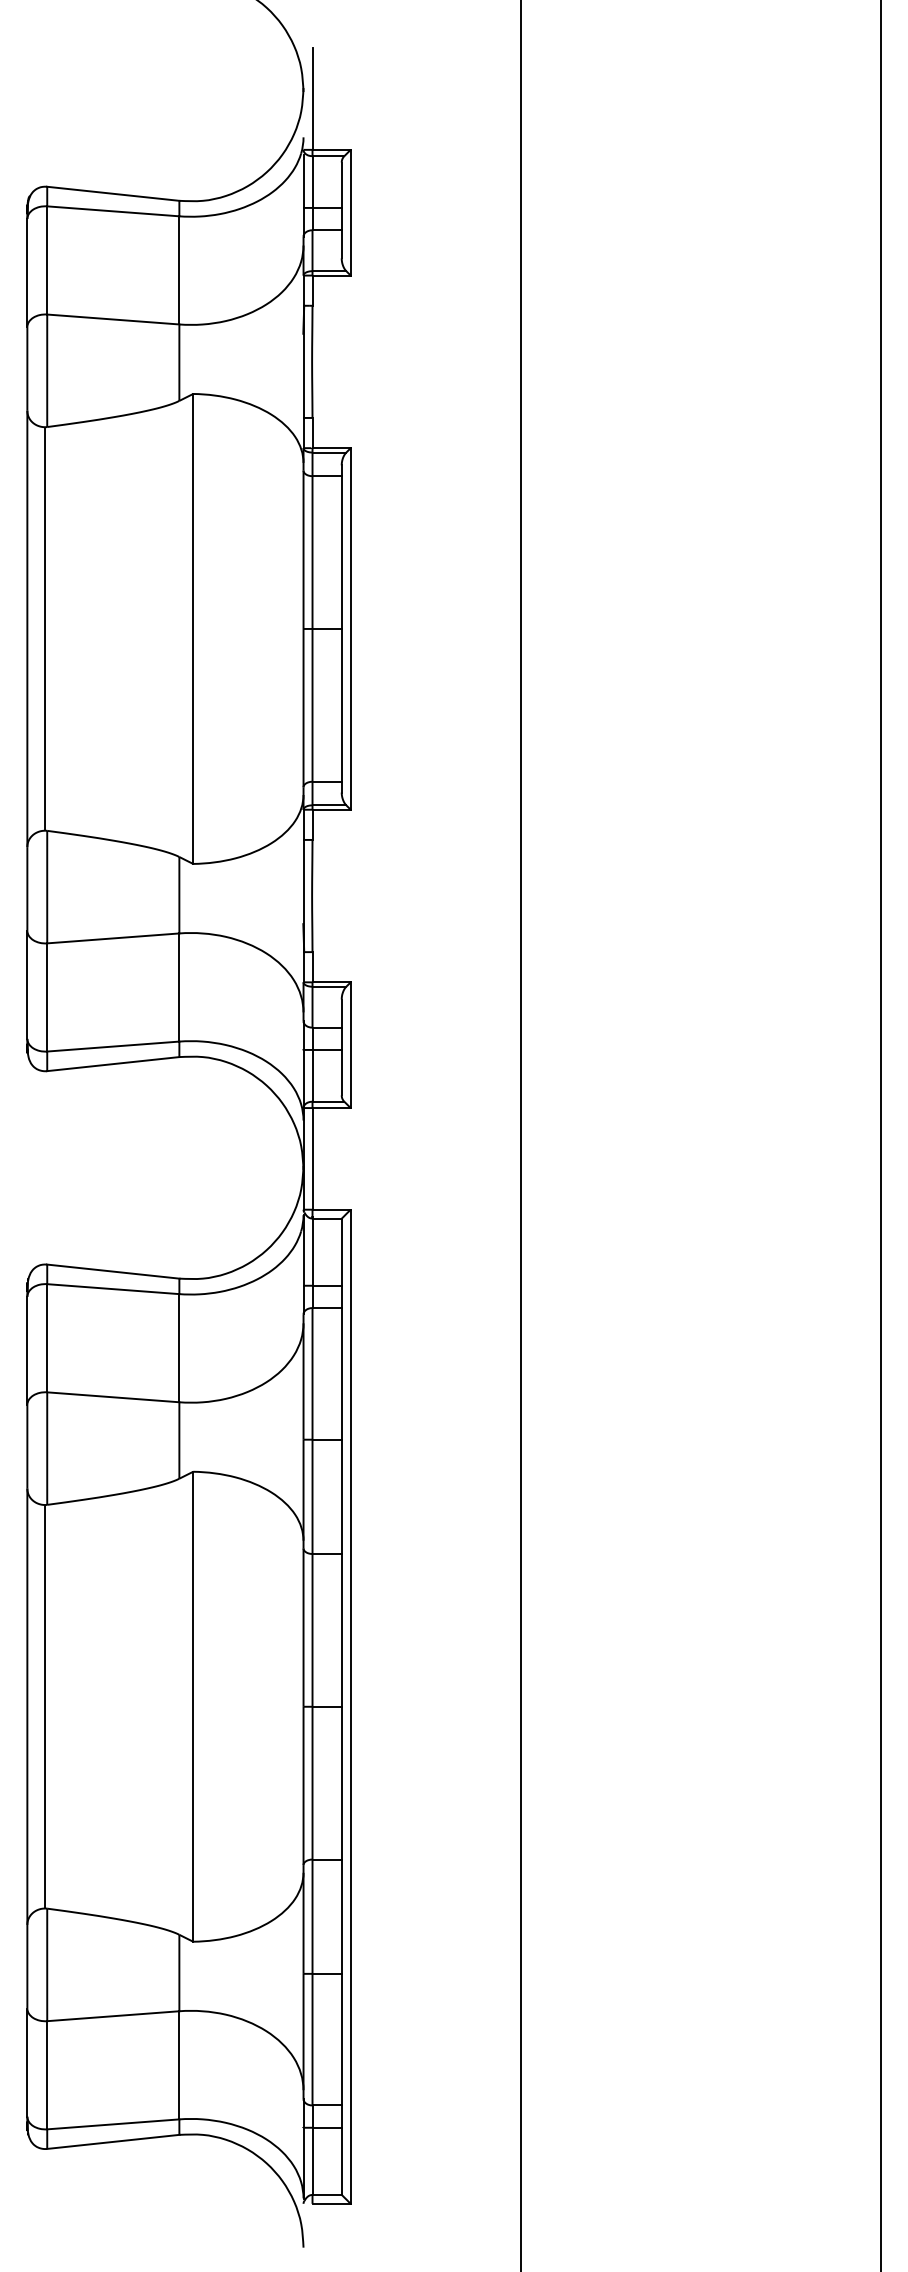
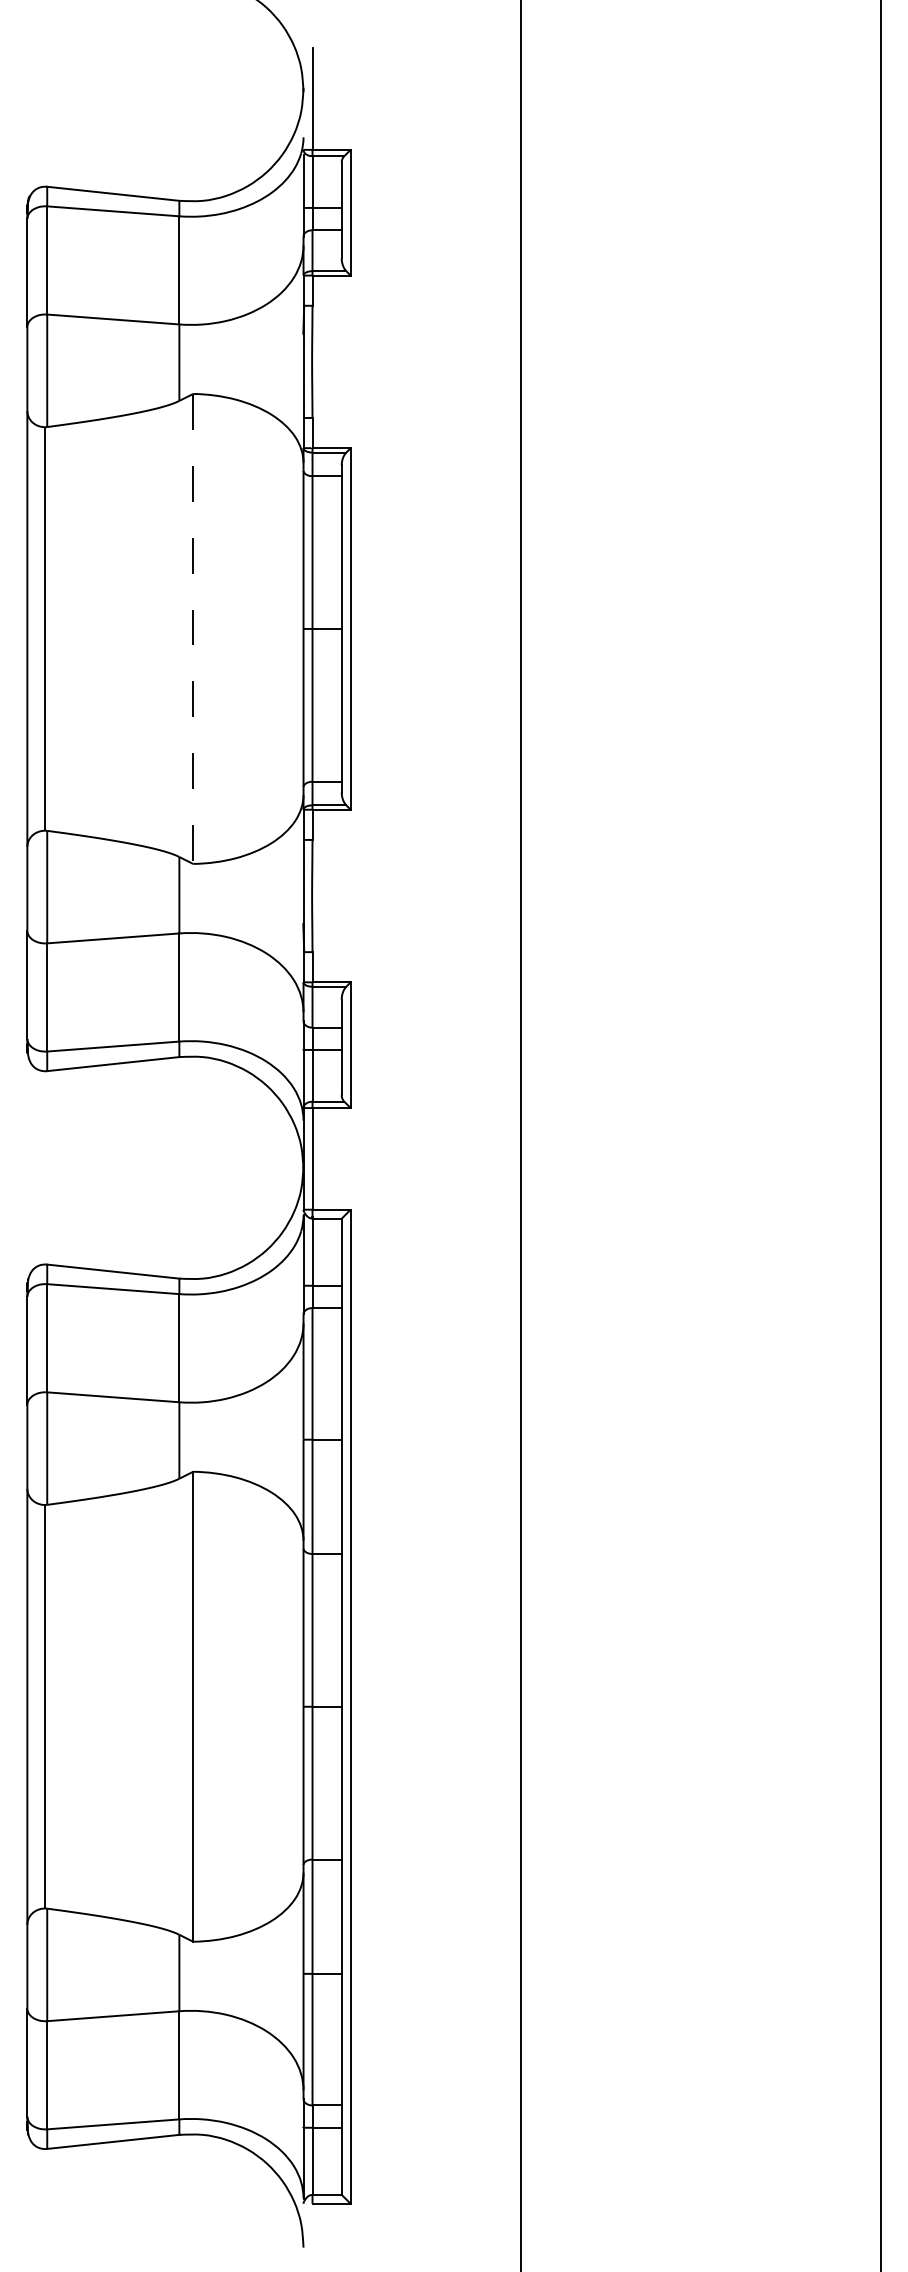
line at (193, 628): solid -> dashed
